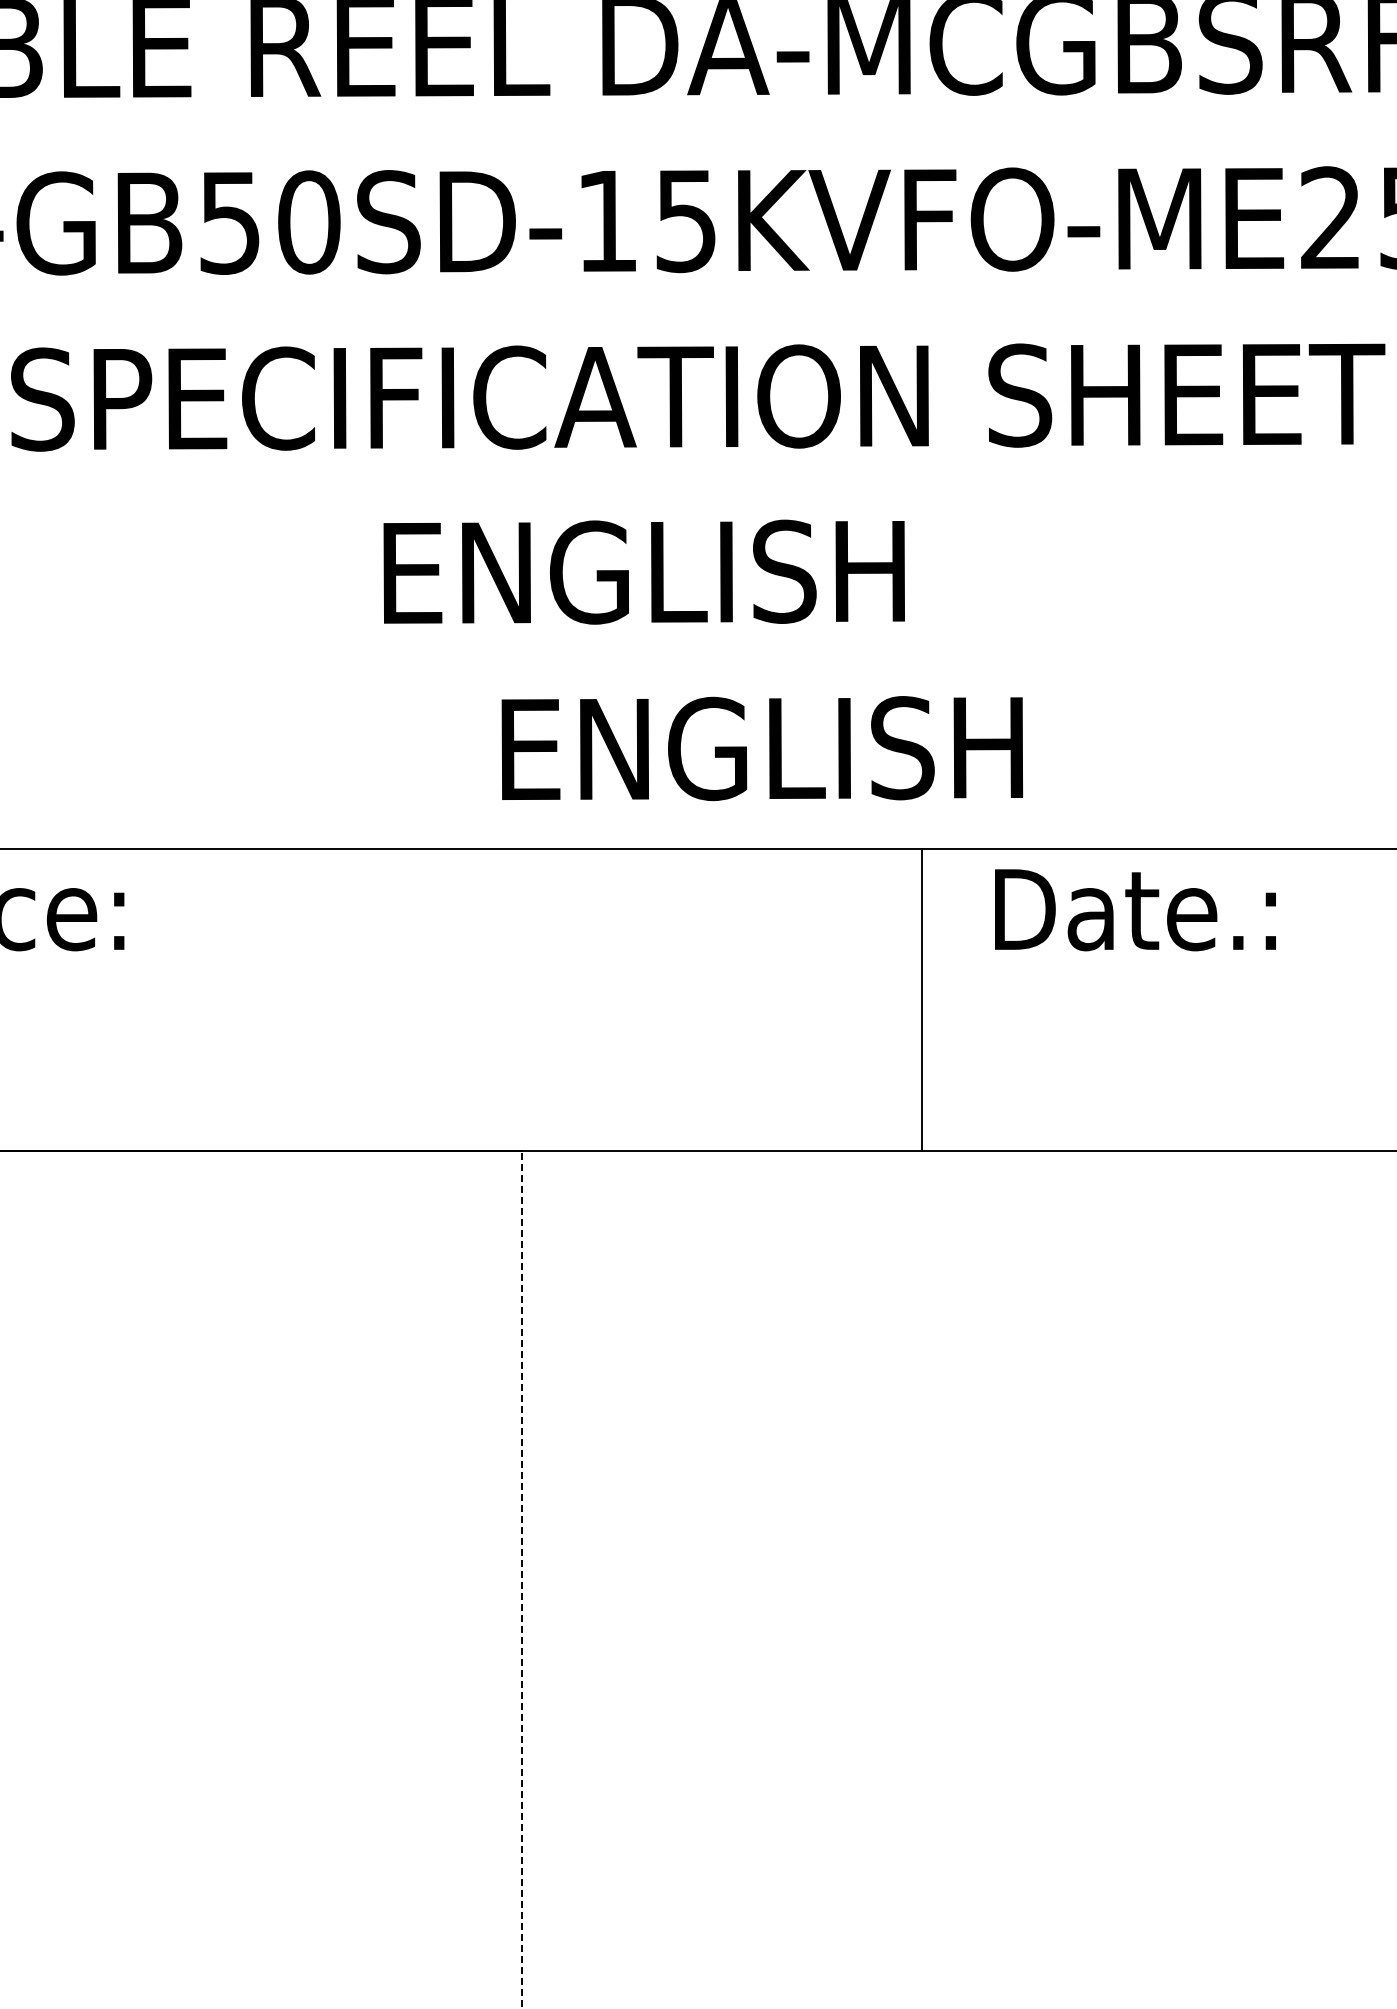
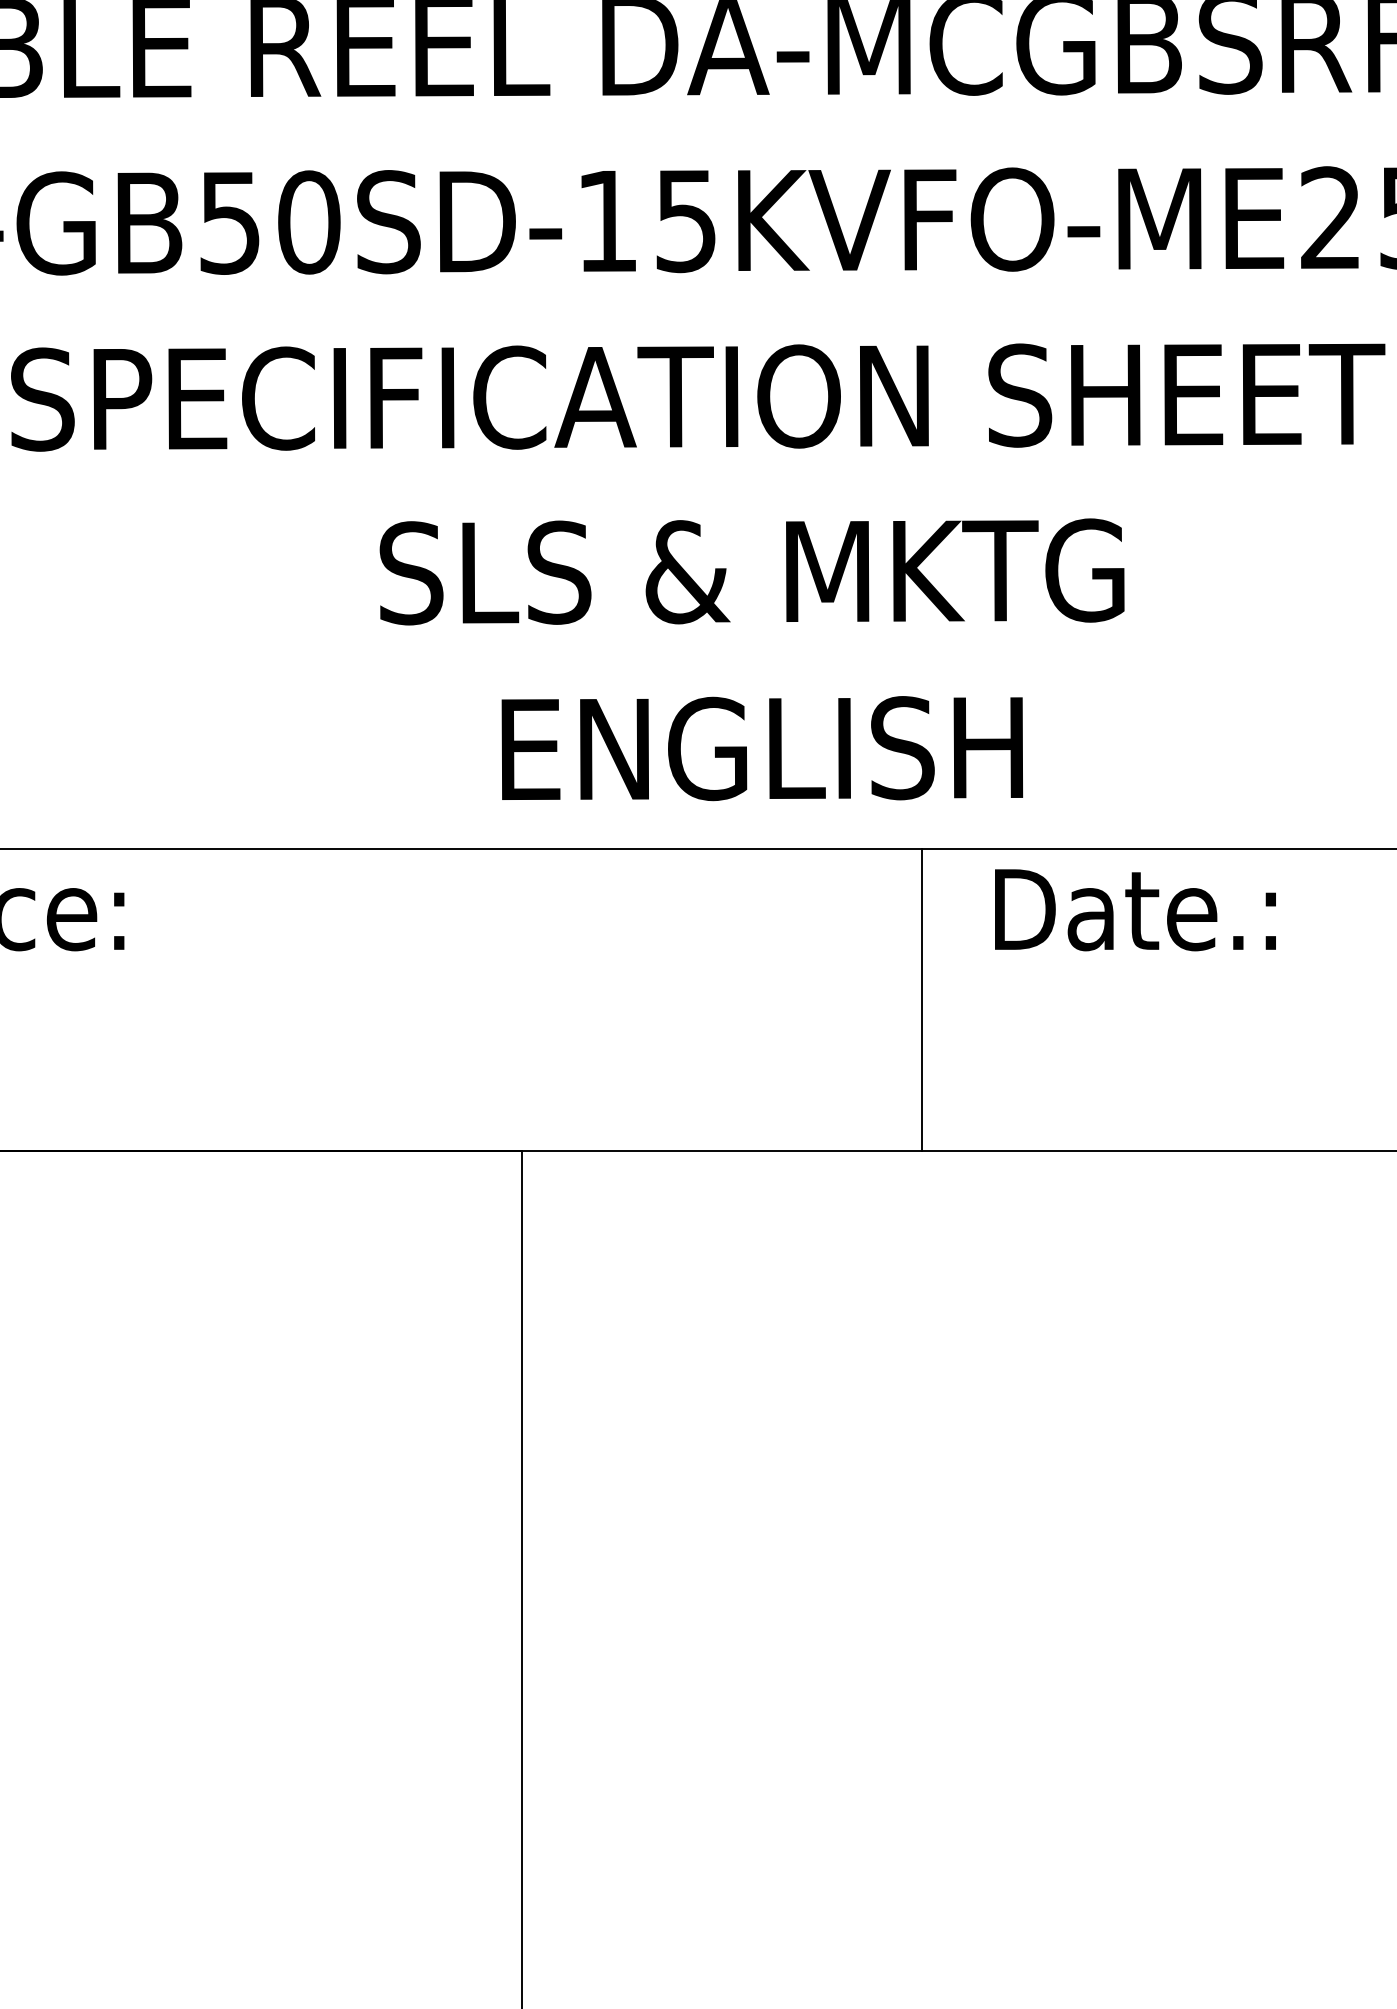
text at (751, 571): ENGLISH -> SLS & MKTG
line at (521, 1579): dashed -> solid
